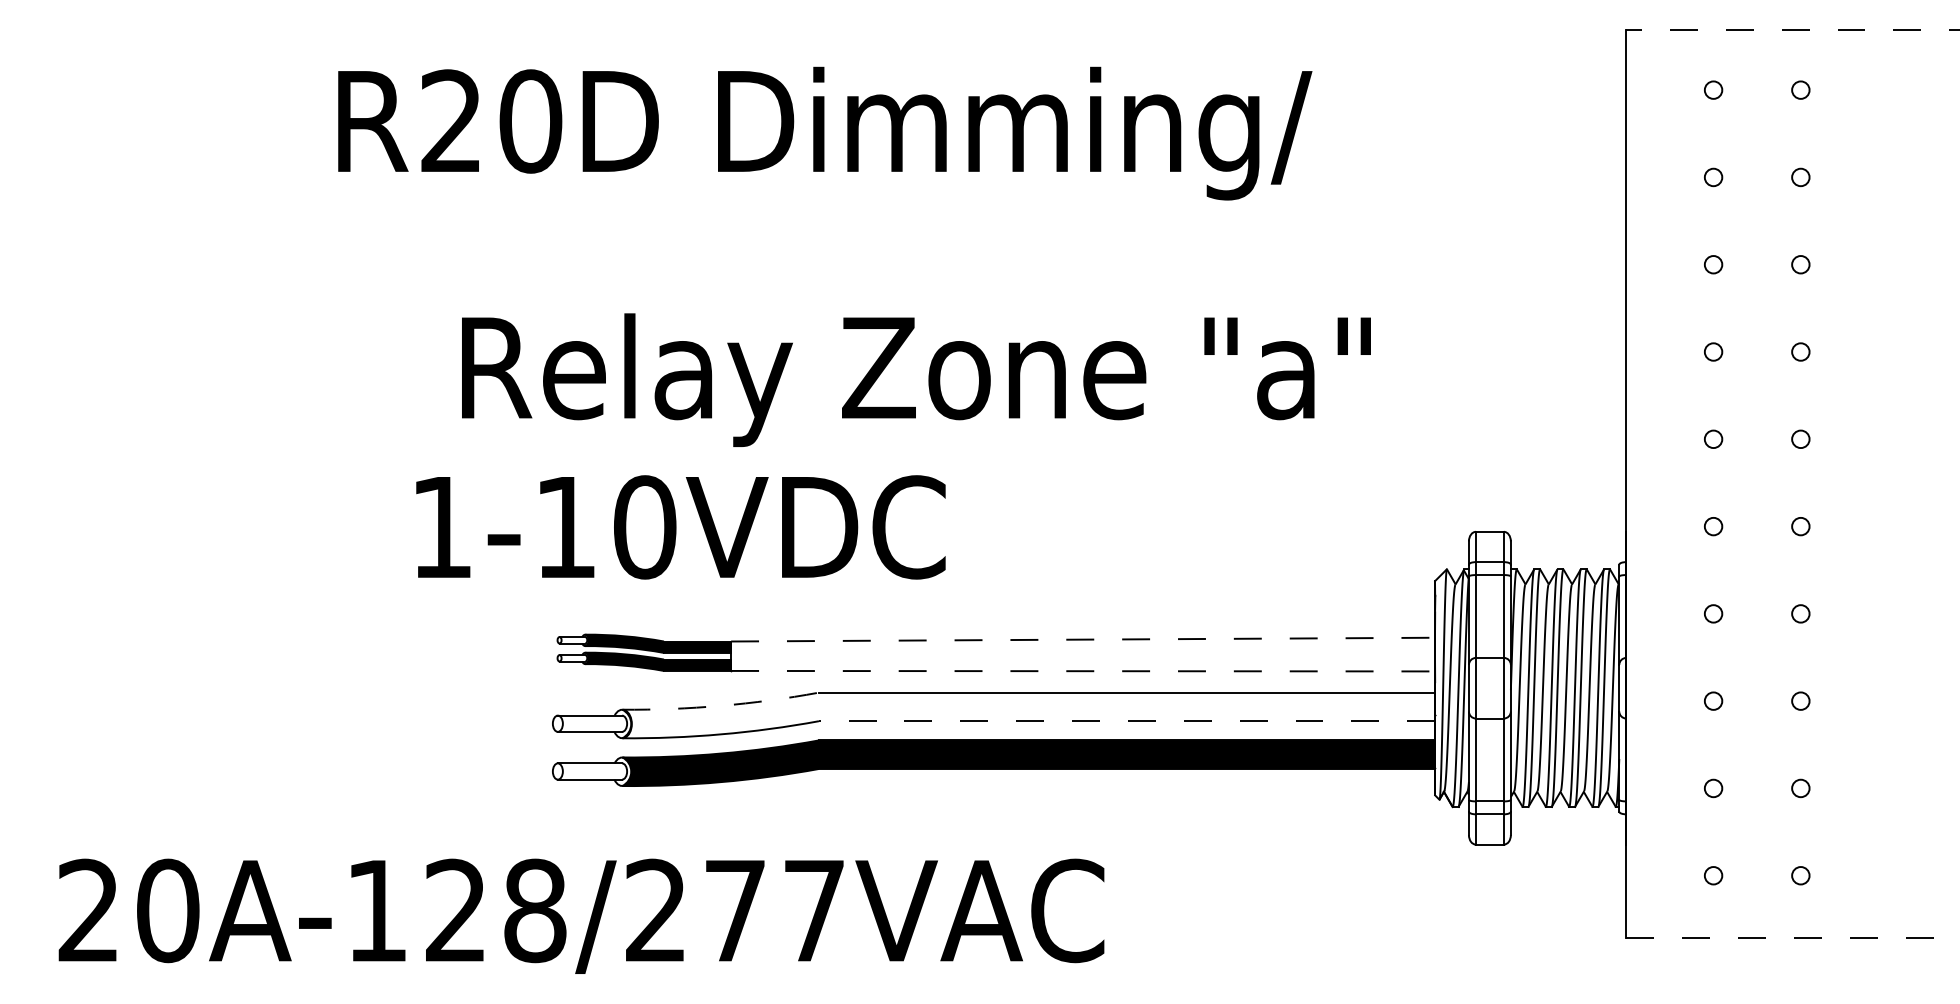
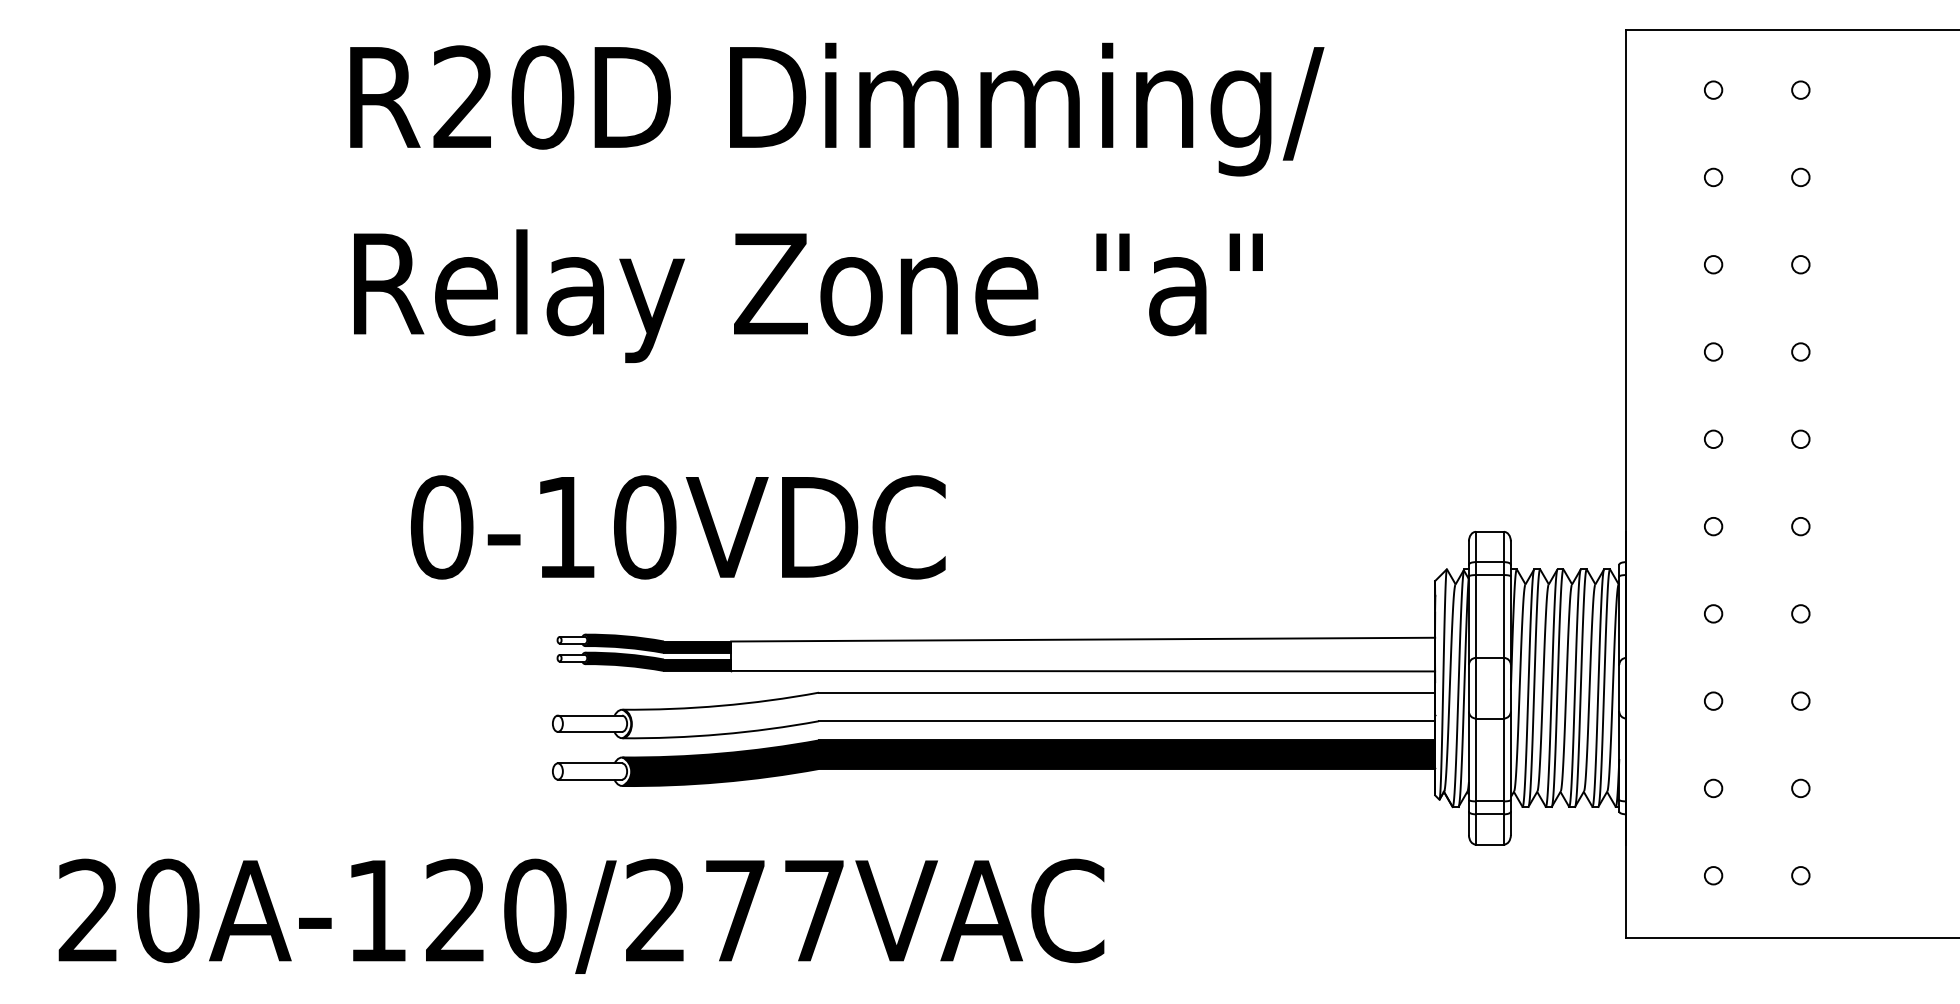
line at (1793, 29): dashed -> solid
text at (825, 133) position: (825, 133) -> (837, 109)
text at (916, 379) position: (916, 379) -> (808, 295)
text at (441, 527): 1-10VDC -> 0-10VDC
line at (1083, 639): dashed -> solid
line at (1083, 671): dashed -> solid
arc at (721, 705): dashed -> solid
line at (1126, 721): dashed -> solid
text at (535, 910): 20A-128/277VAC -> 20A-120/277VAC
line at (1793, 937): dashed -> solid
